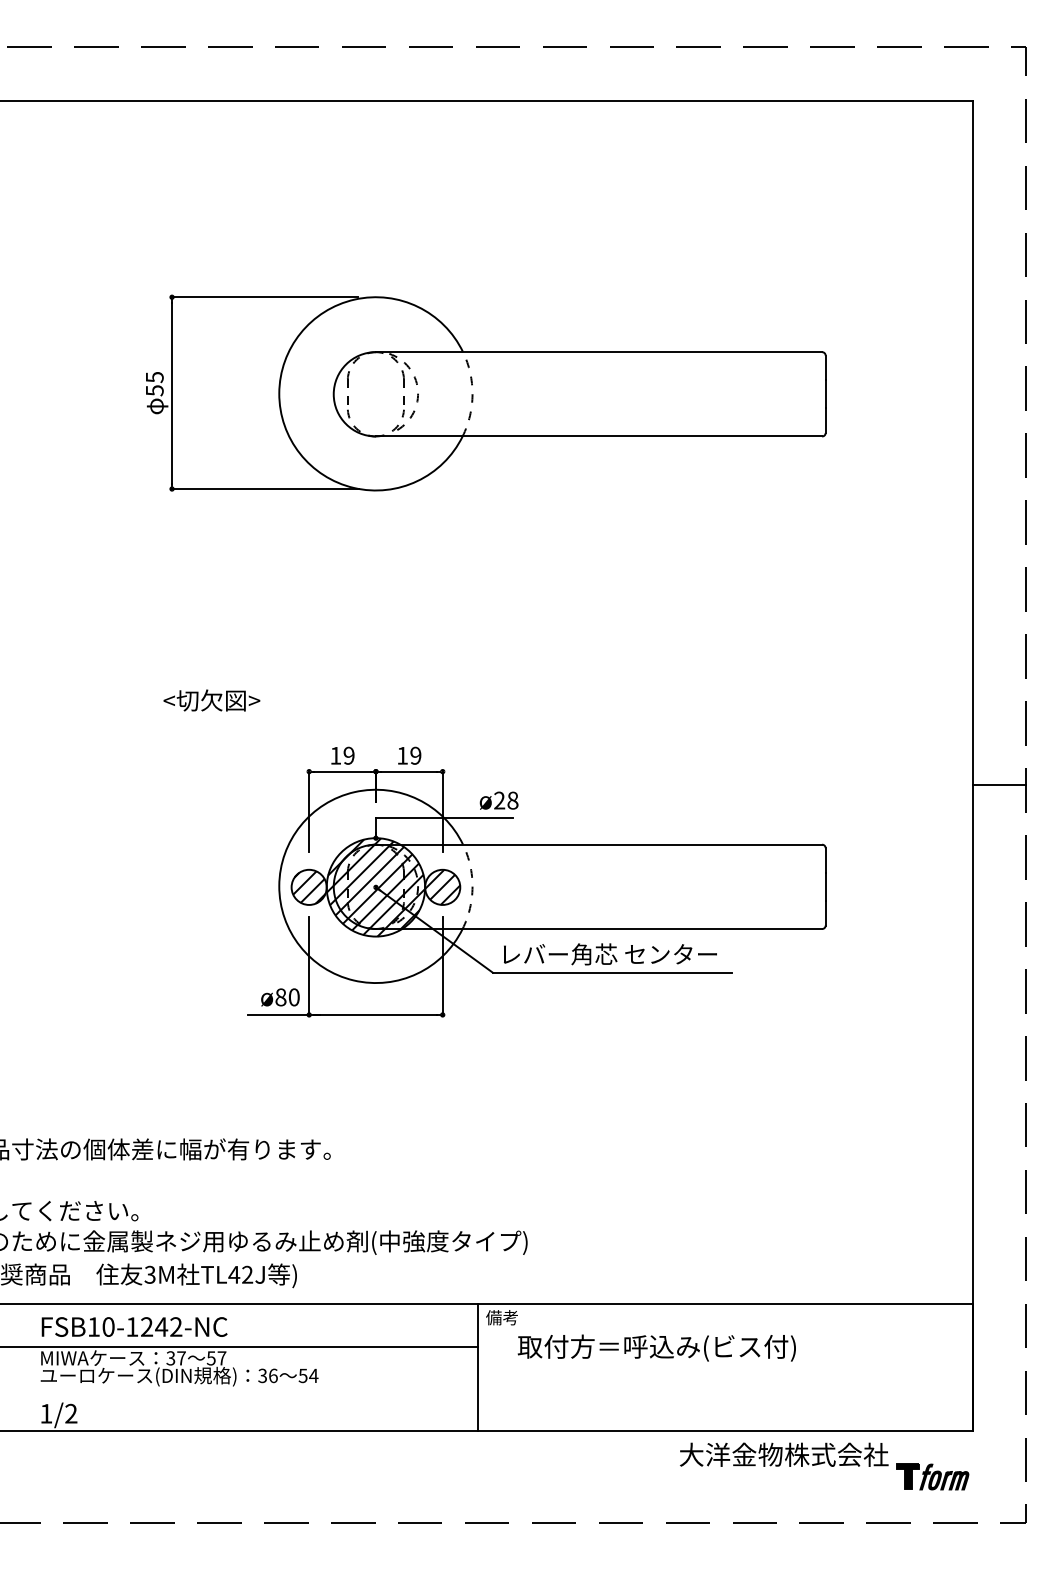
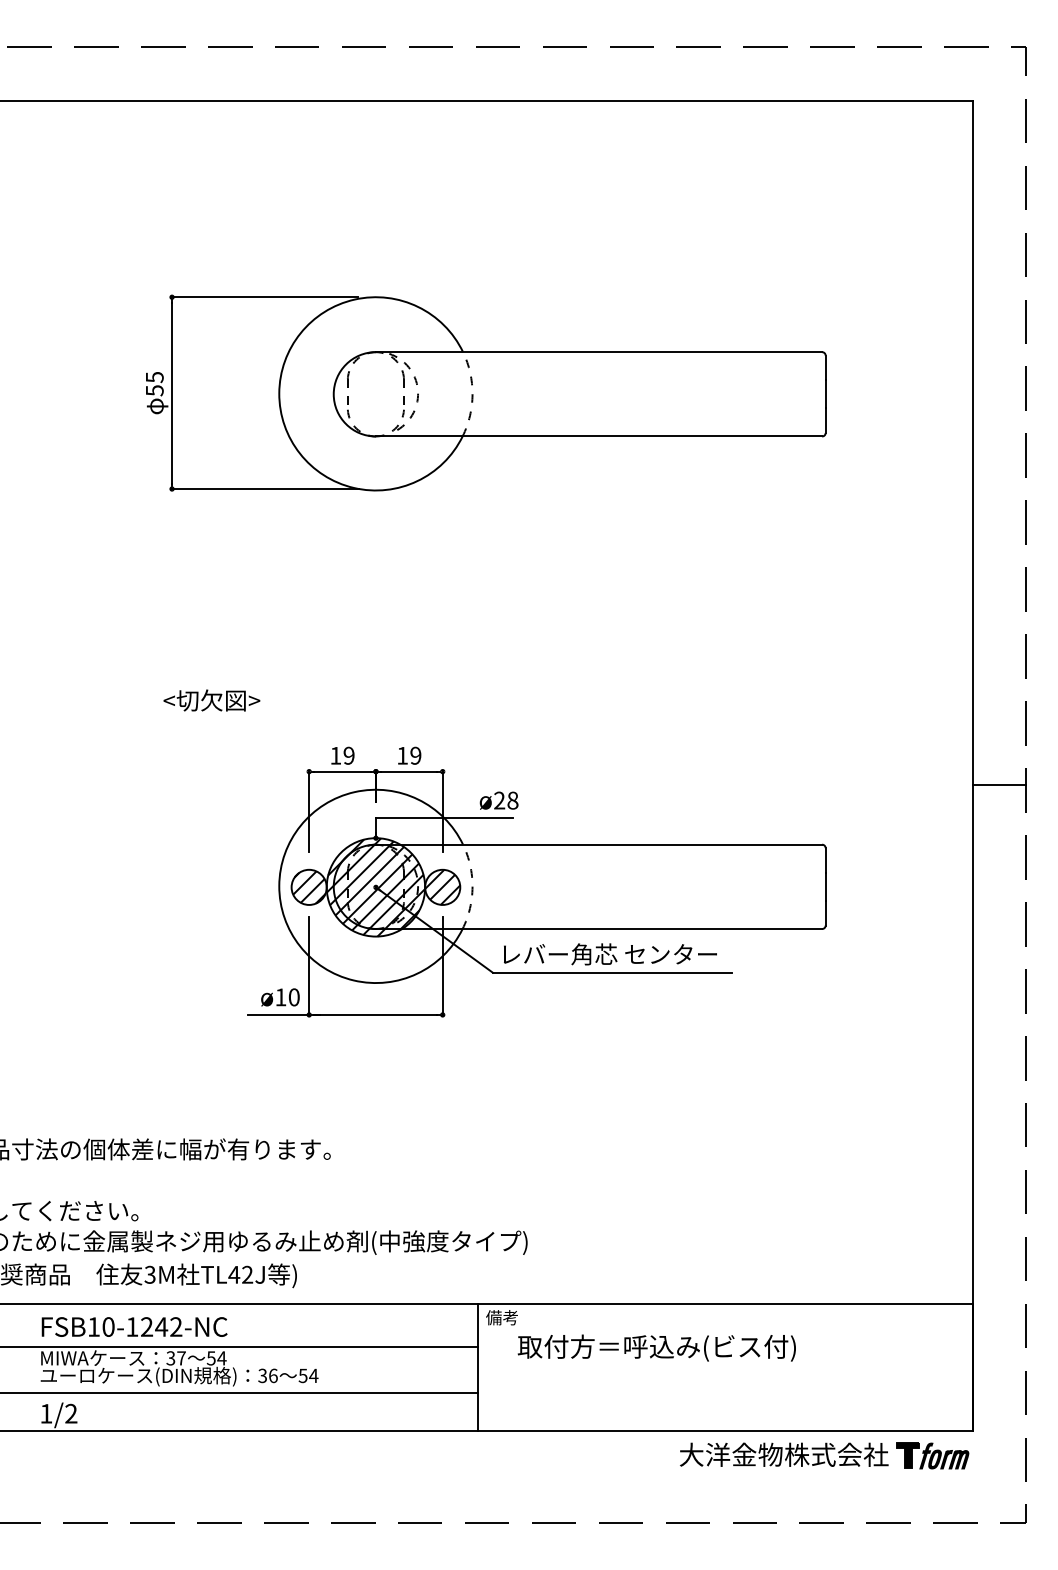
text at (280, 997): ø80 -> ø10
text at (221, 1358): 57 -> 54
line at (240, 1393): none -> present
part at (932, 1476) position: (932, 1476) -> (932, 1455)
